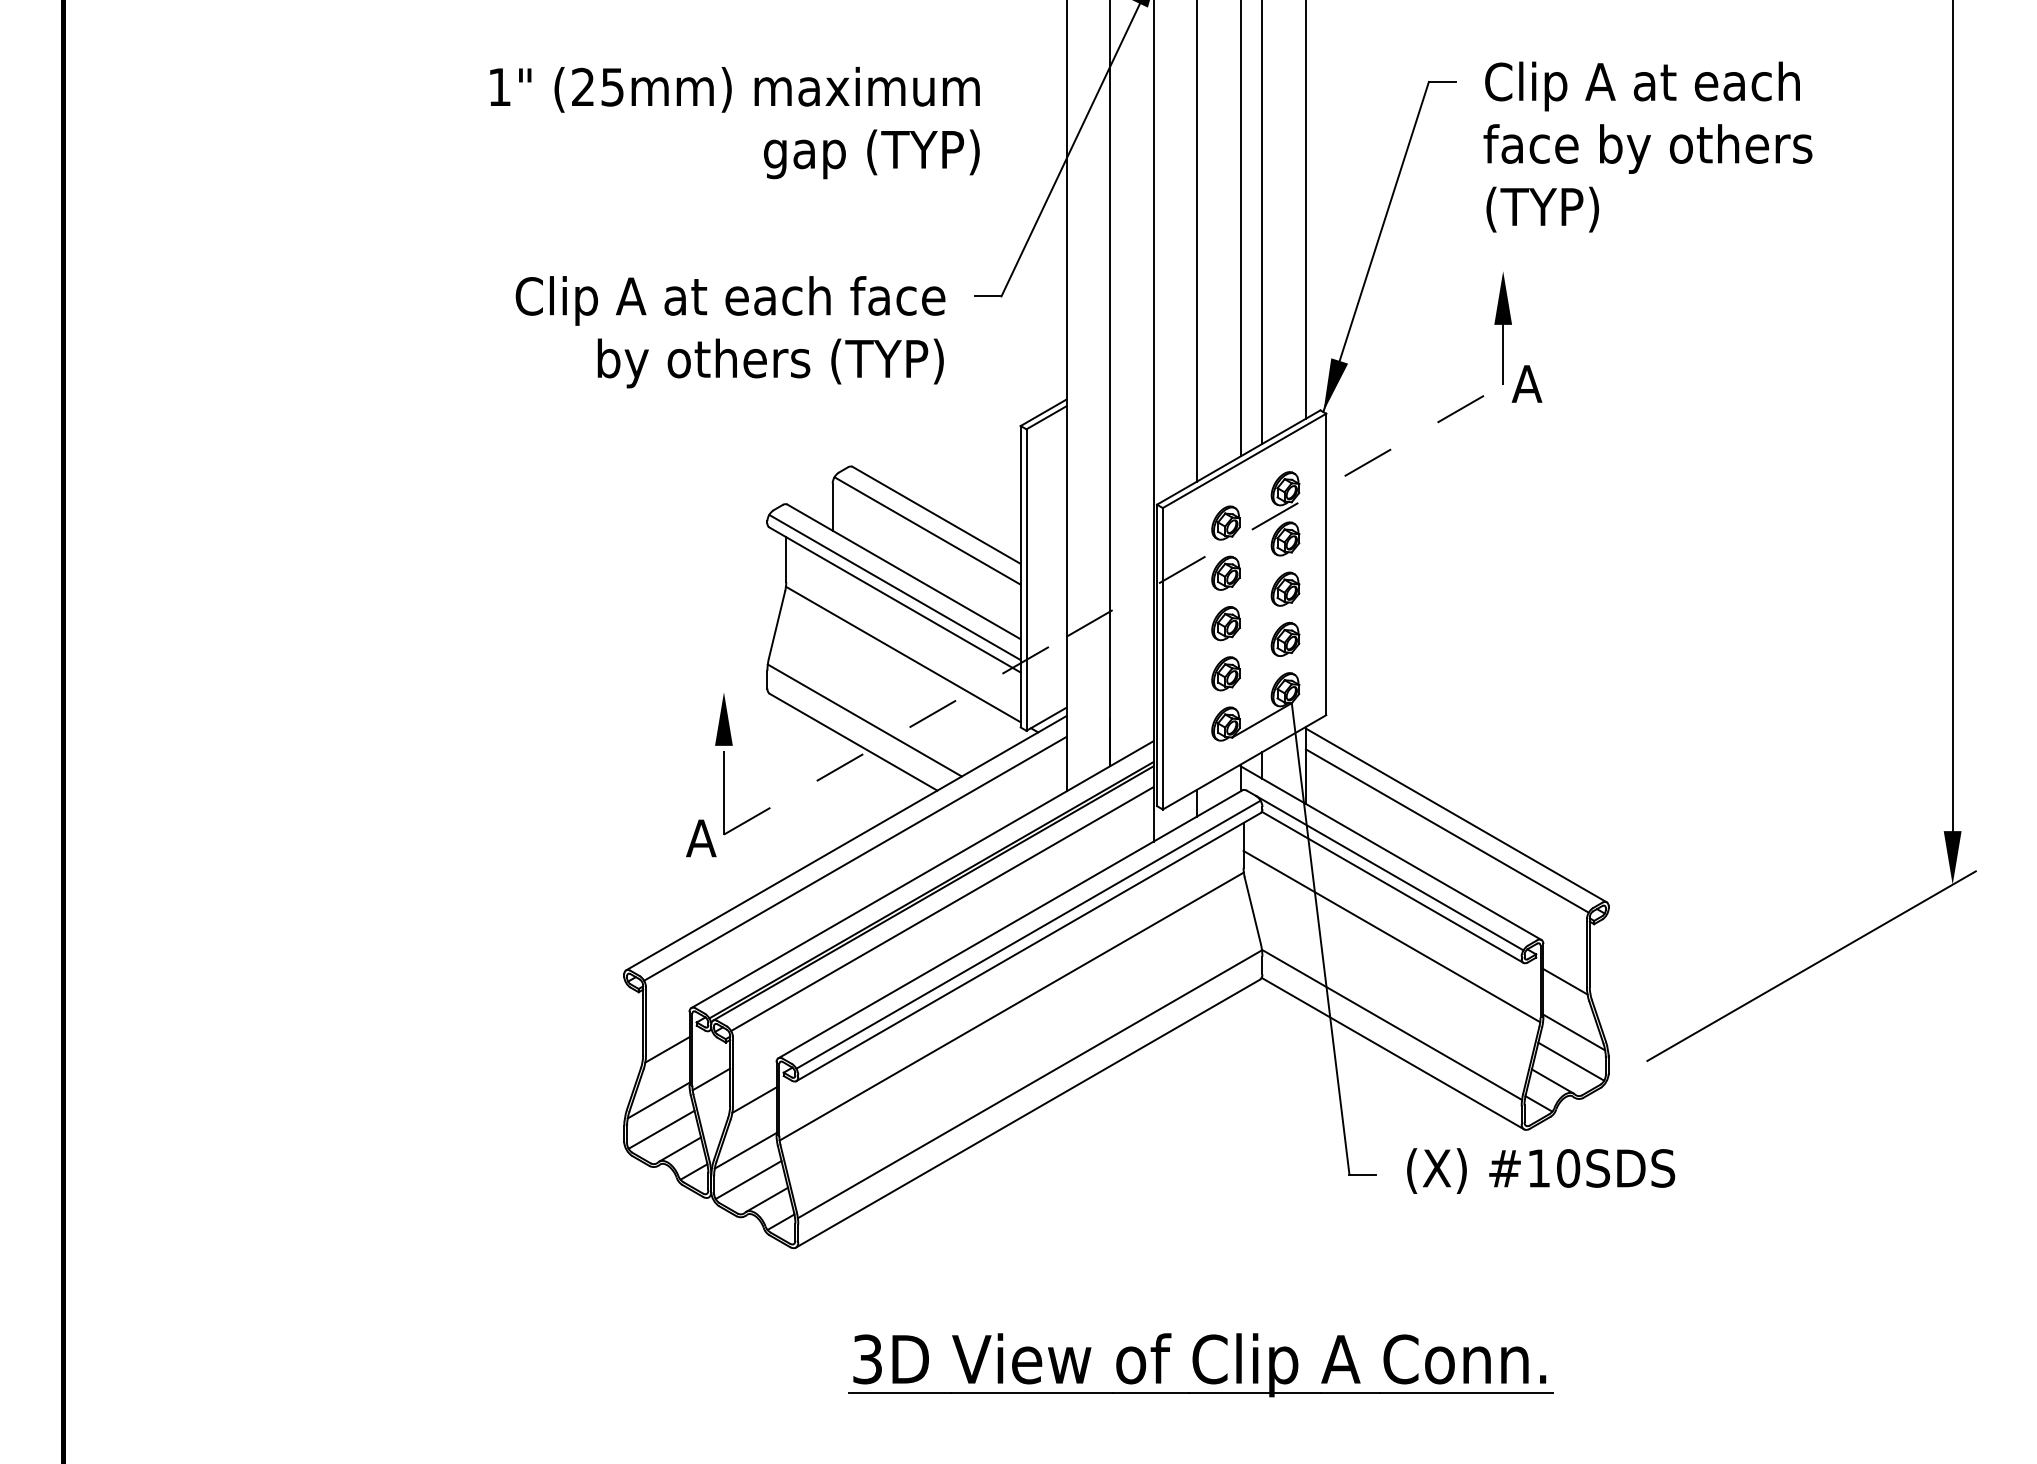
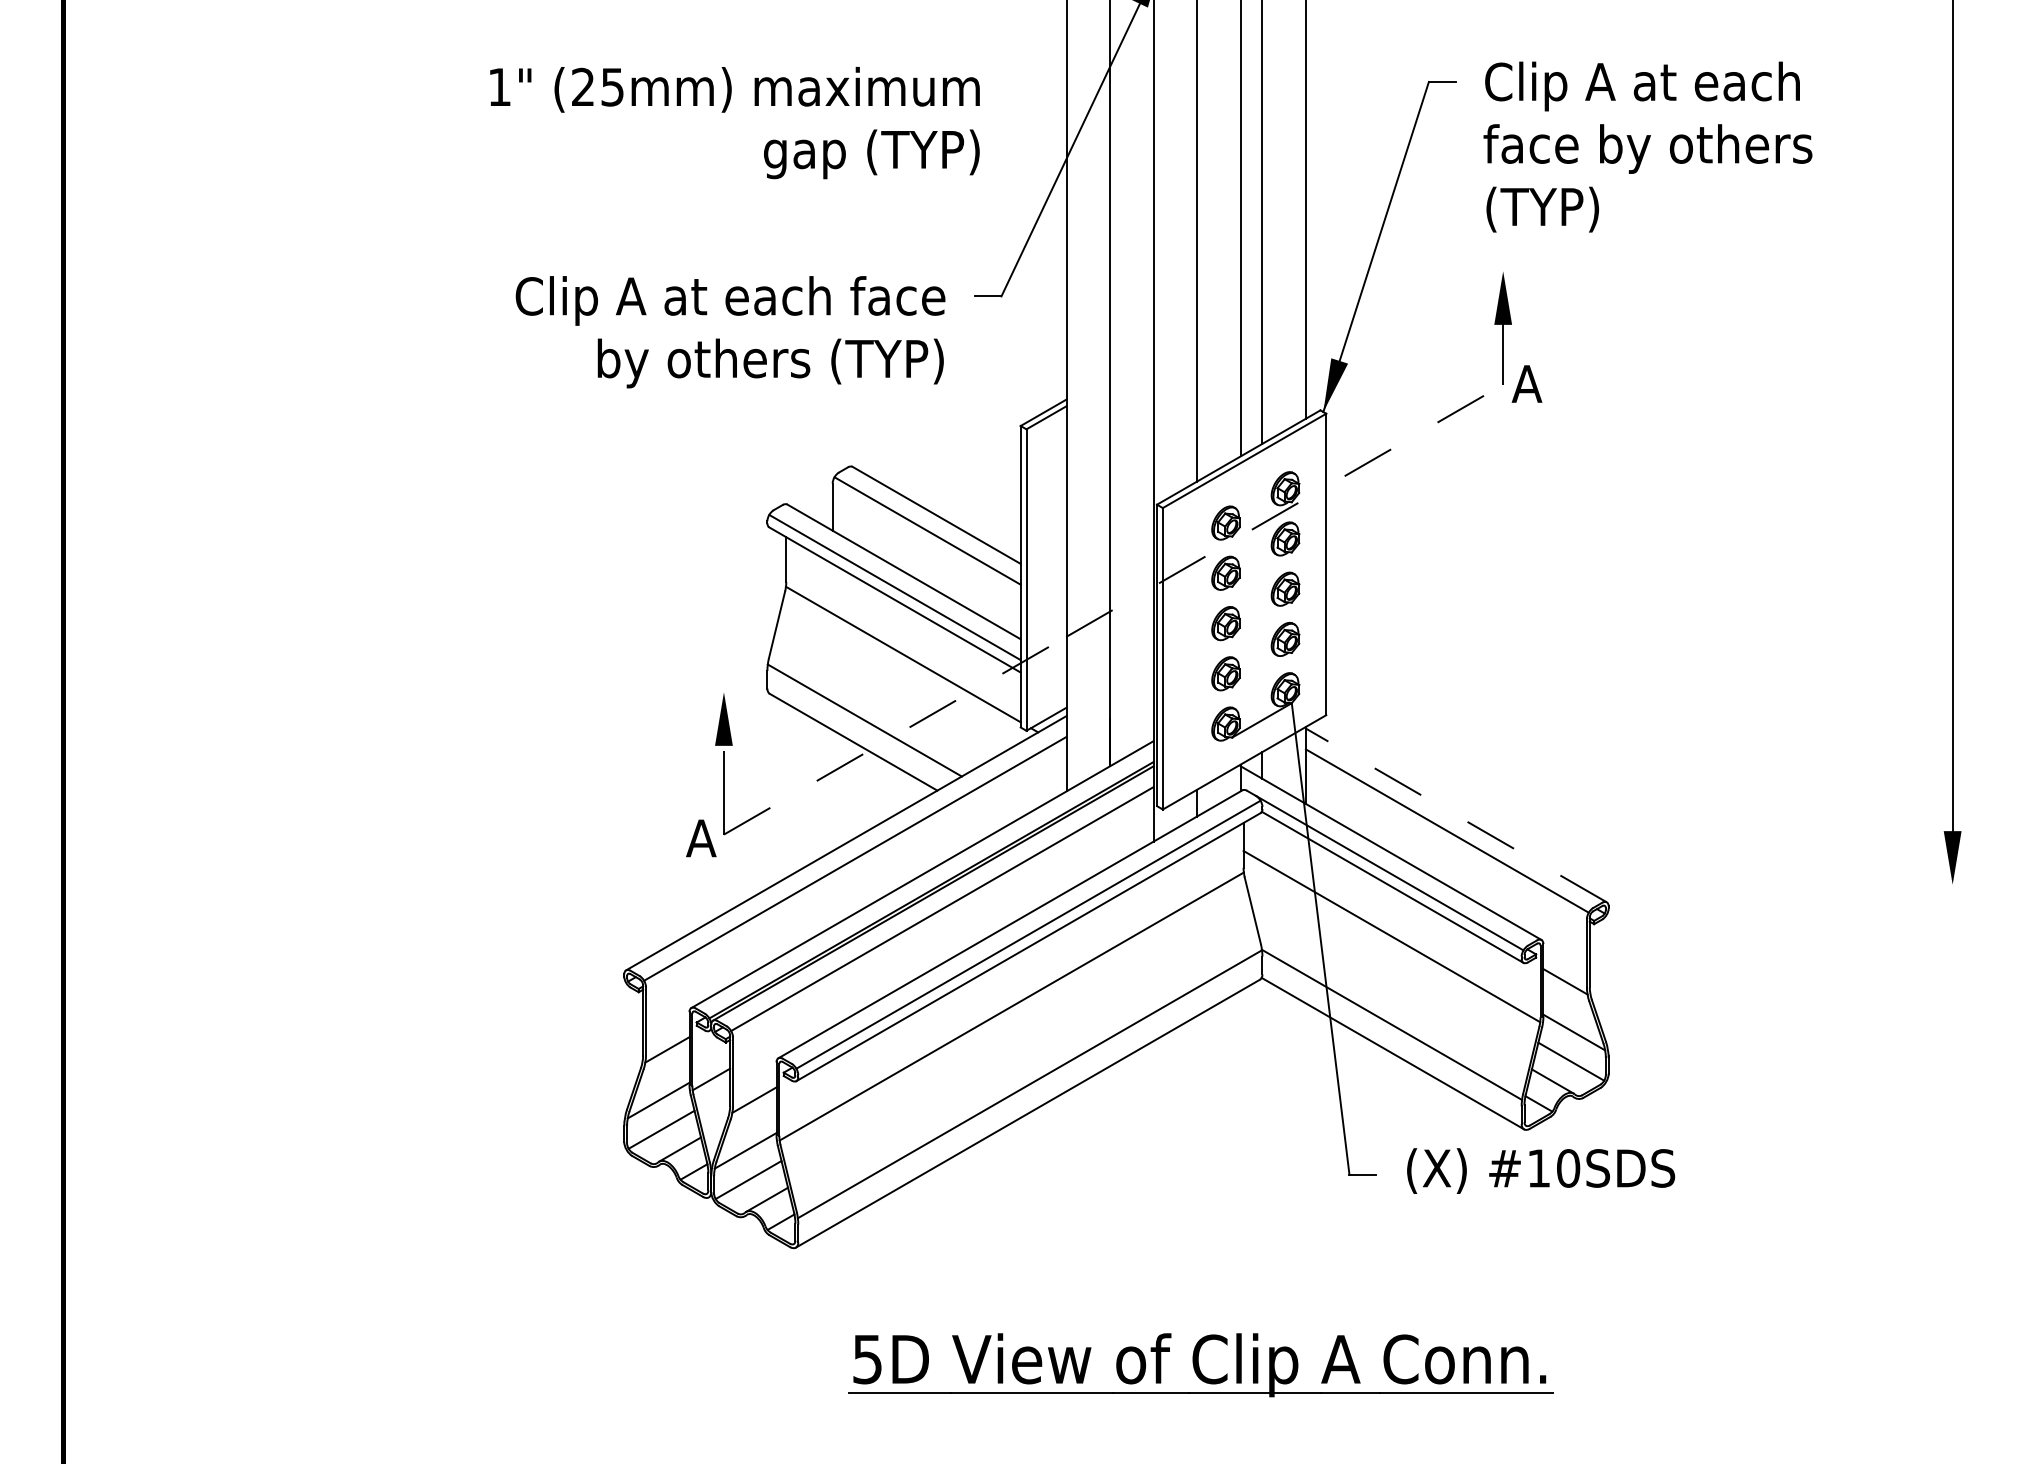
line at (1456, 815): solid -> dashed
line at (1811, 965): present -> none
text at (867, 1358): 3D -> 5D
